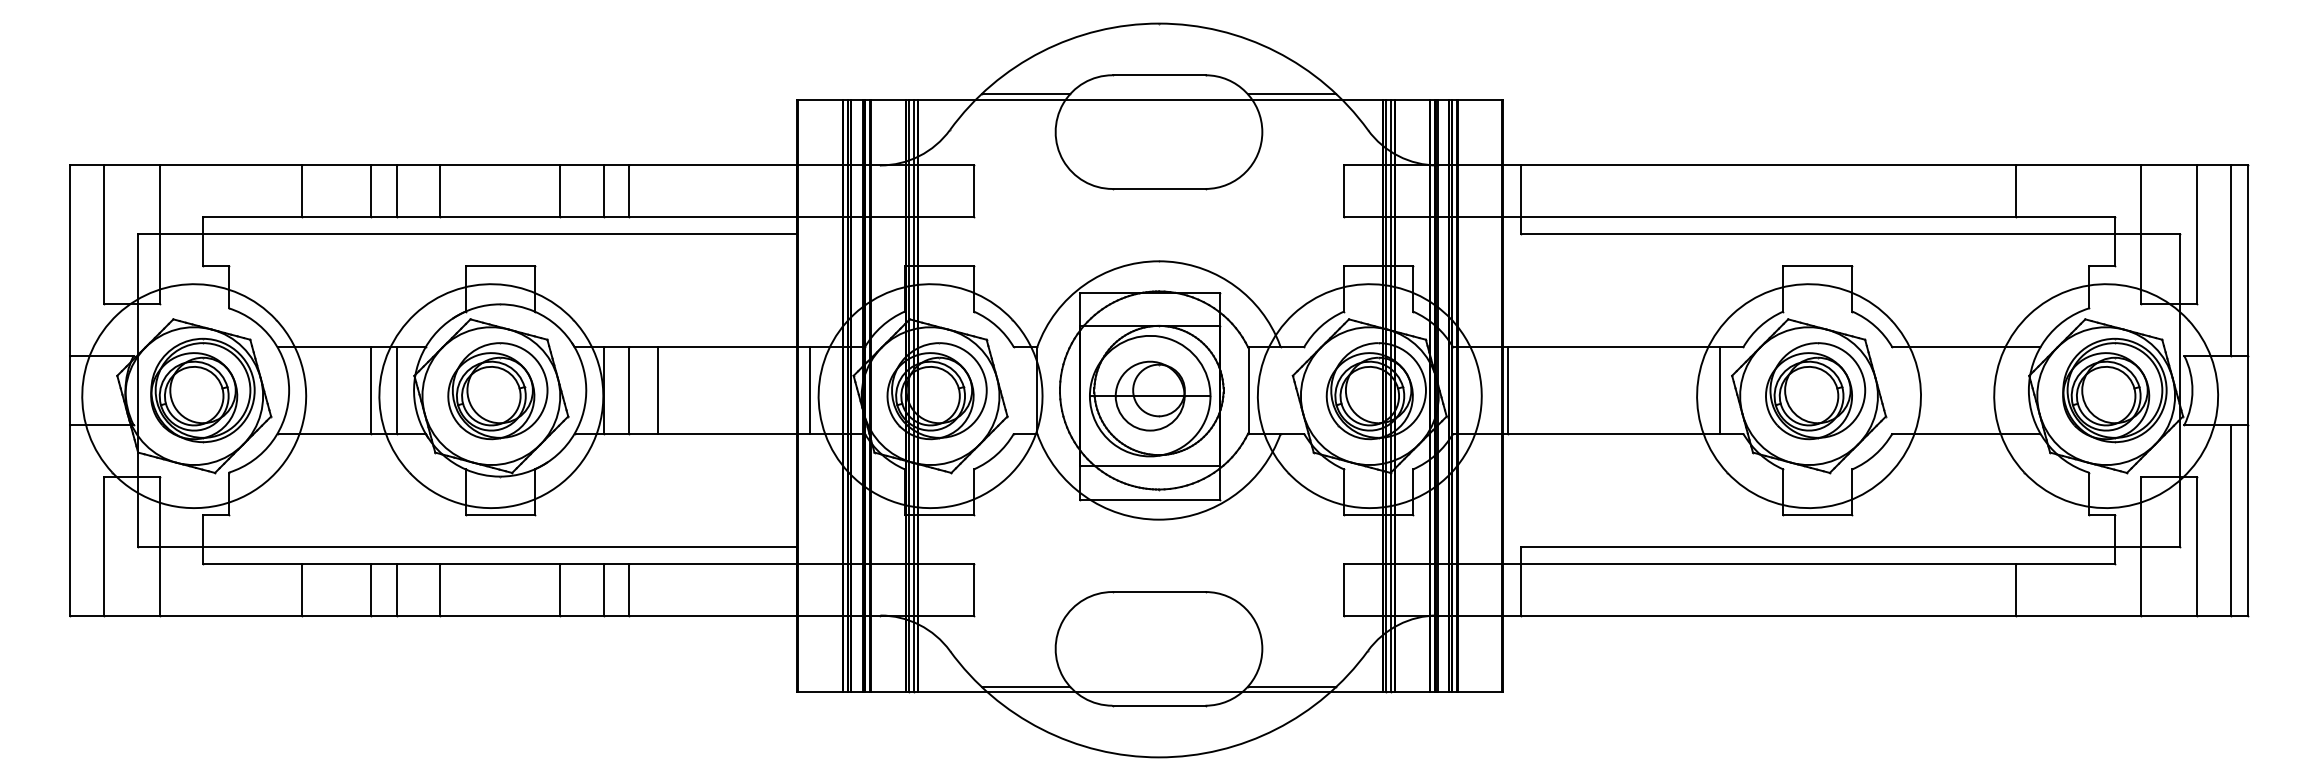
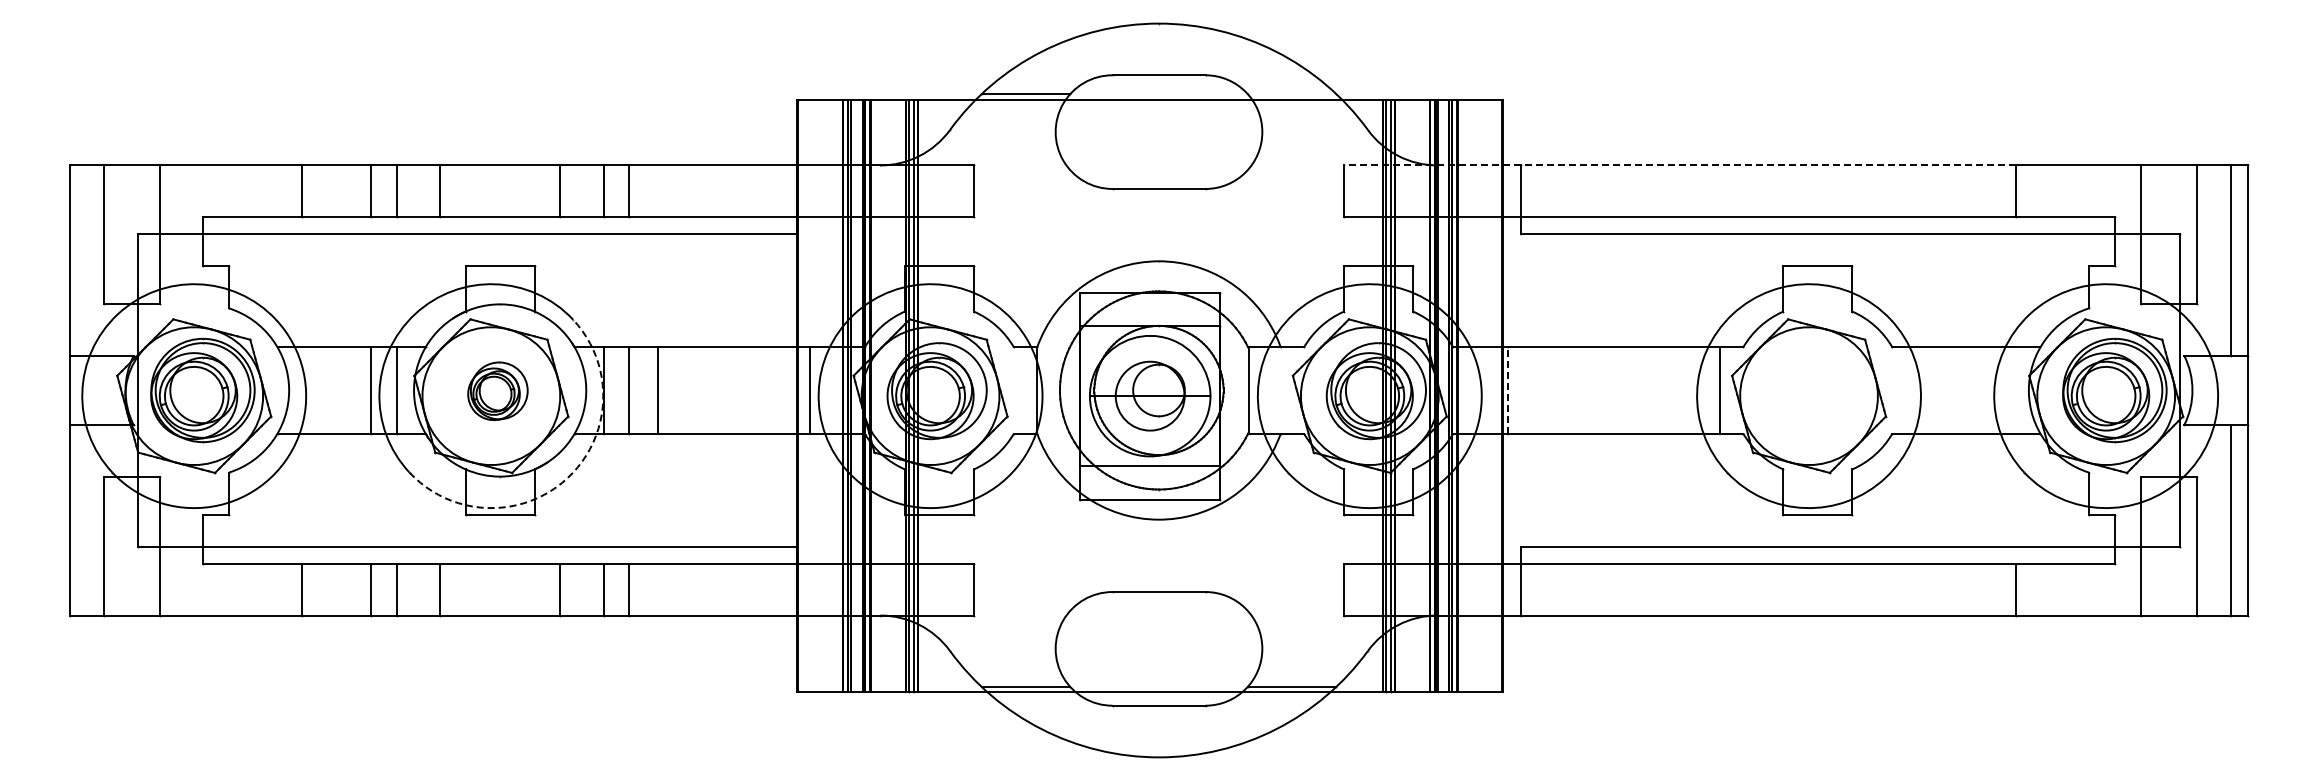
line at (1291, 94): present -> none
line at (1680, 165): solid -> dashed
line at (1507, 390): solid -> dashed
part at (497, 391) size: 102x99 px -> 62x60 px
part at (1815, 391): present -> none
arc at (567, 477): solid -> dashed
